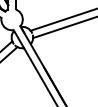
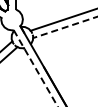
line at (65, 27): solid -> dashed
line at (35, 68): solid -> dashed
